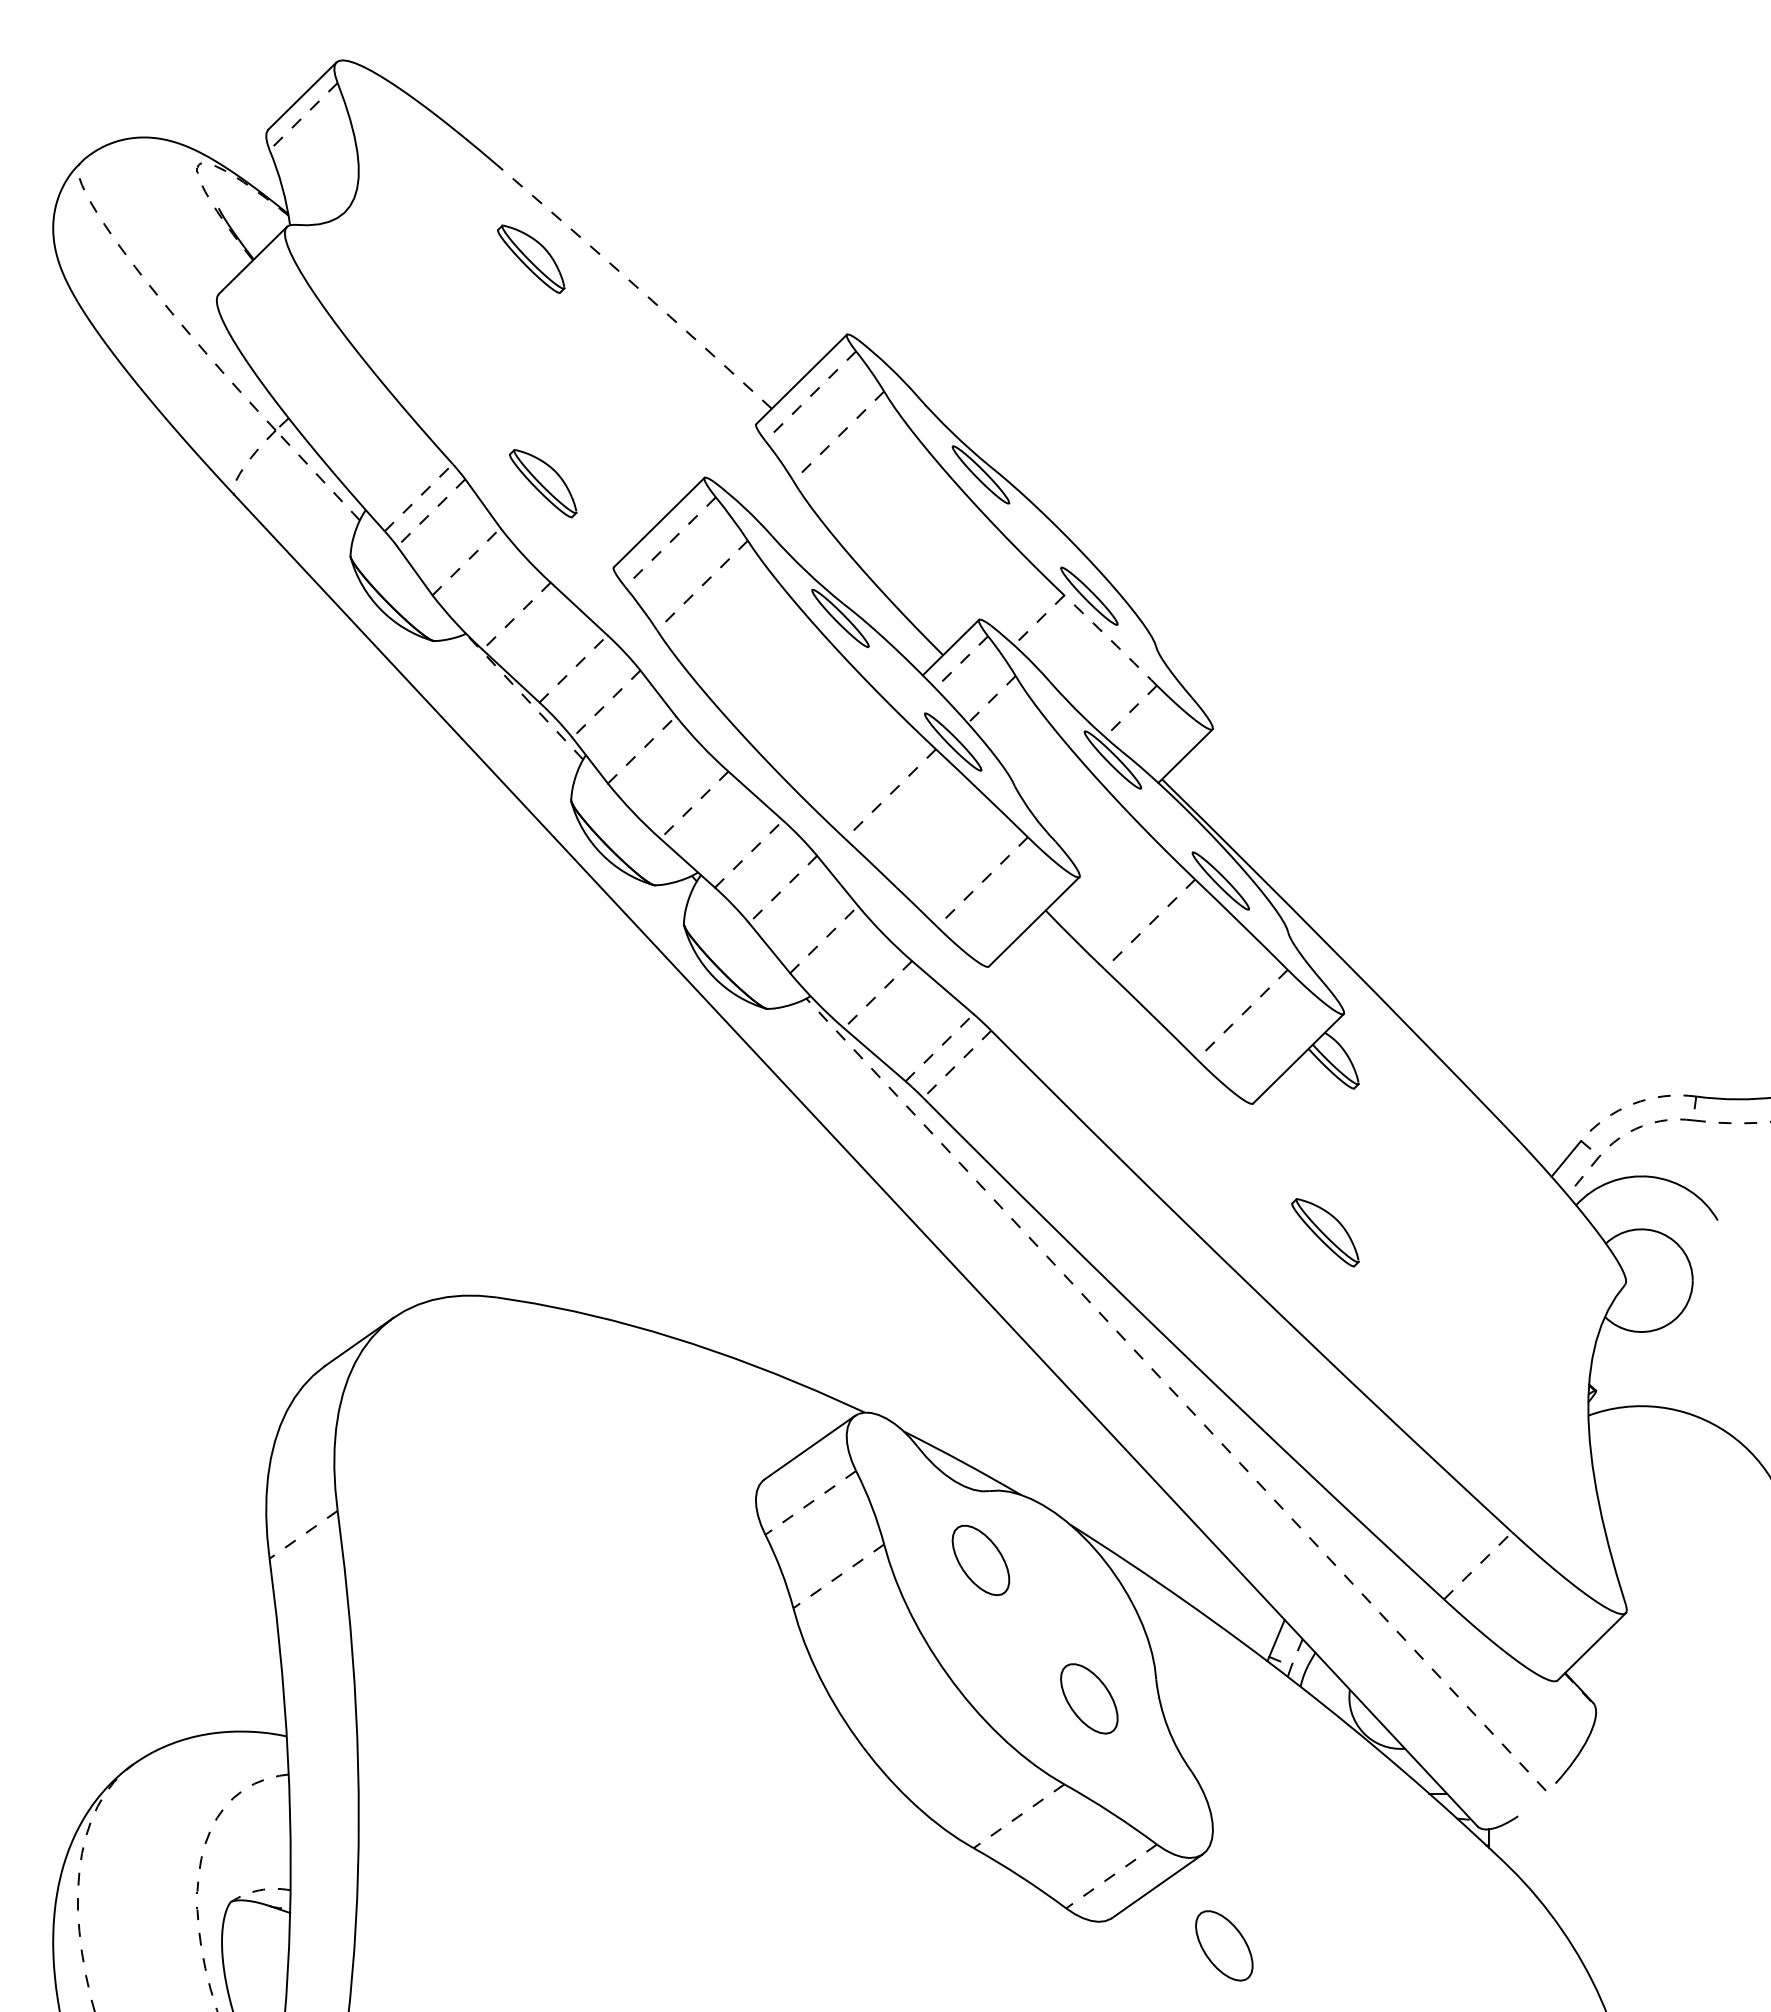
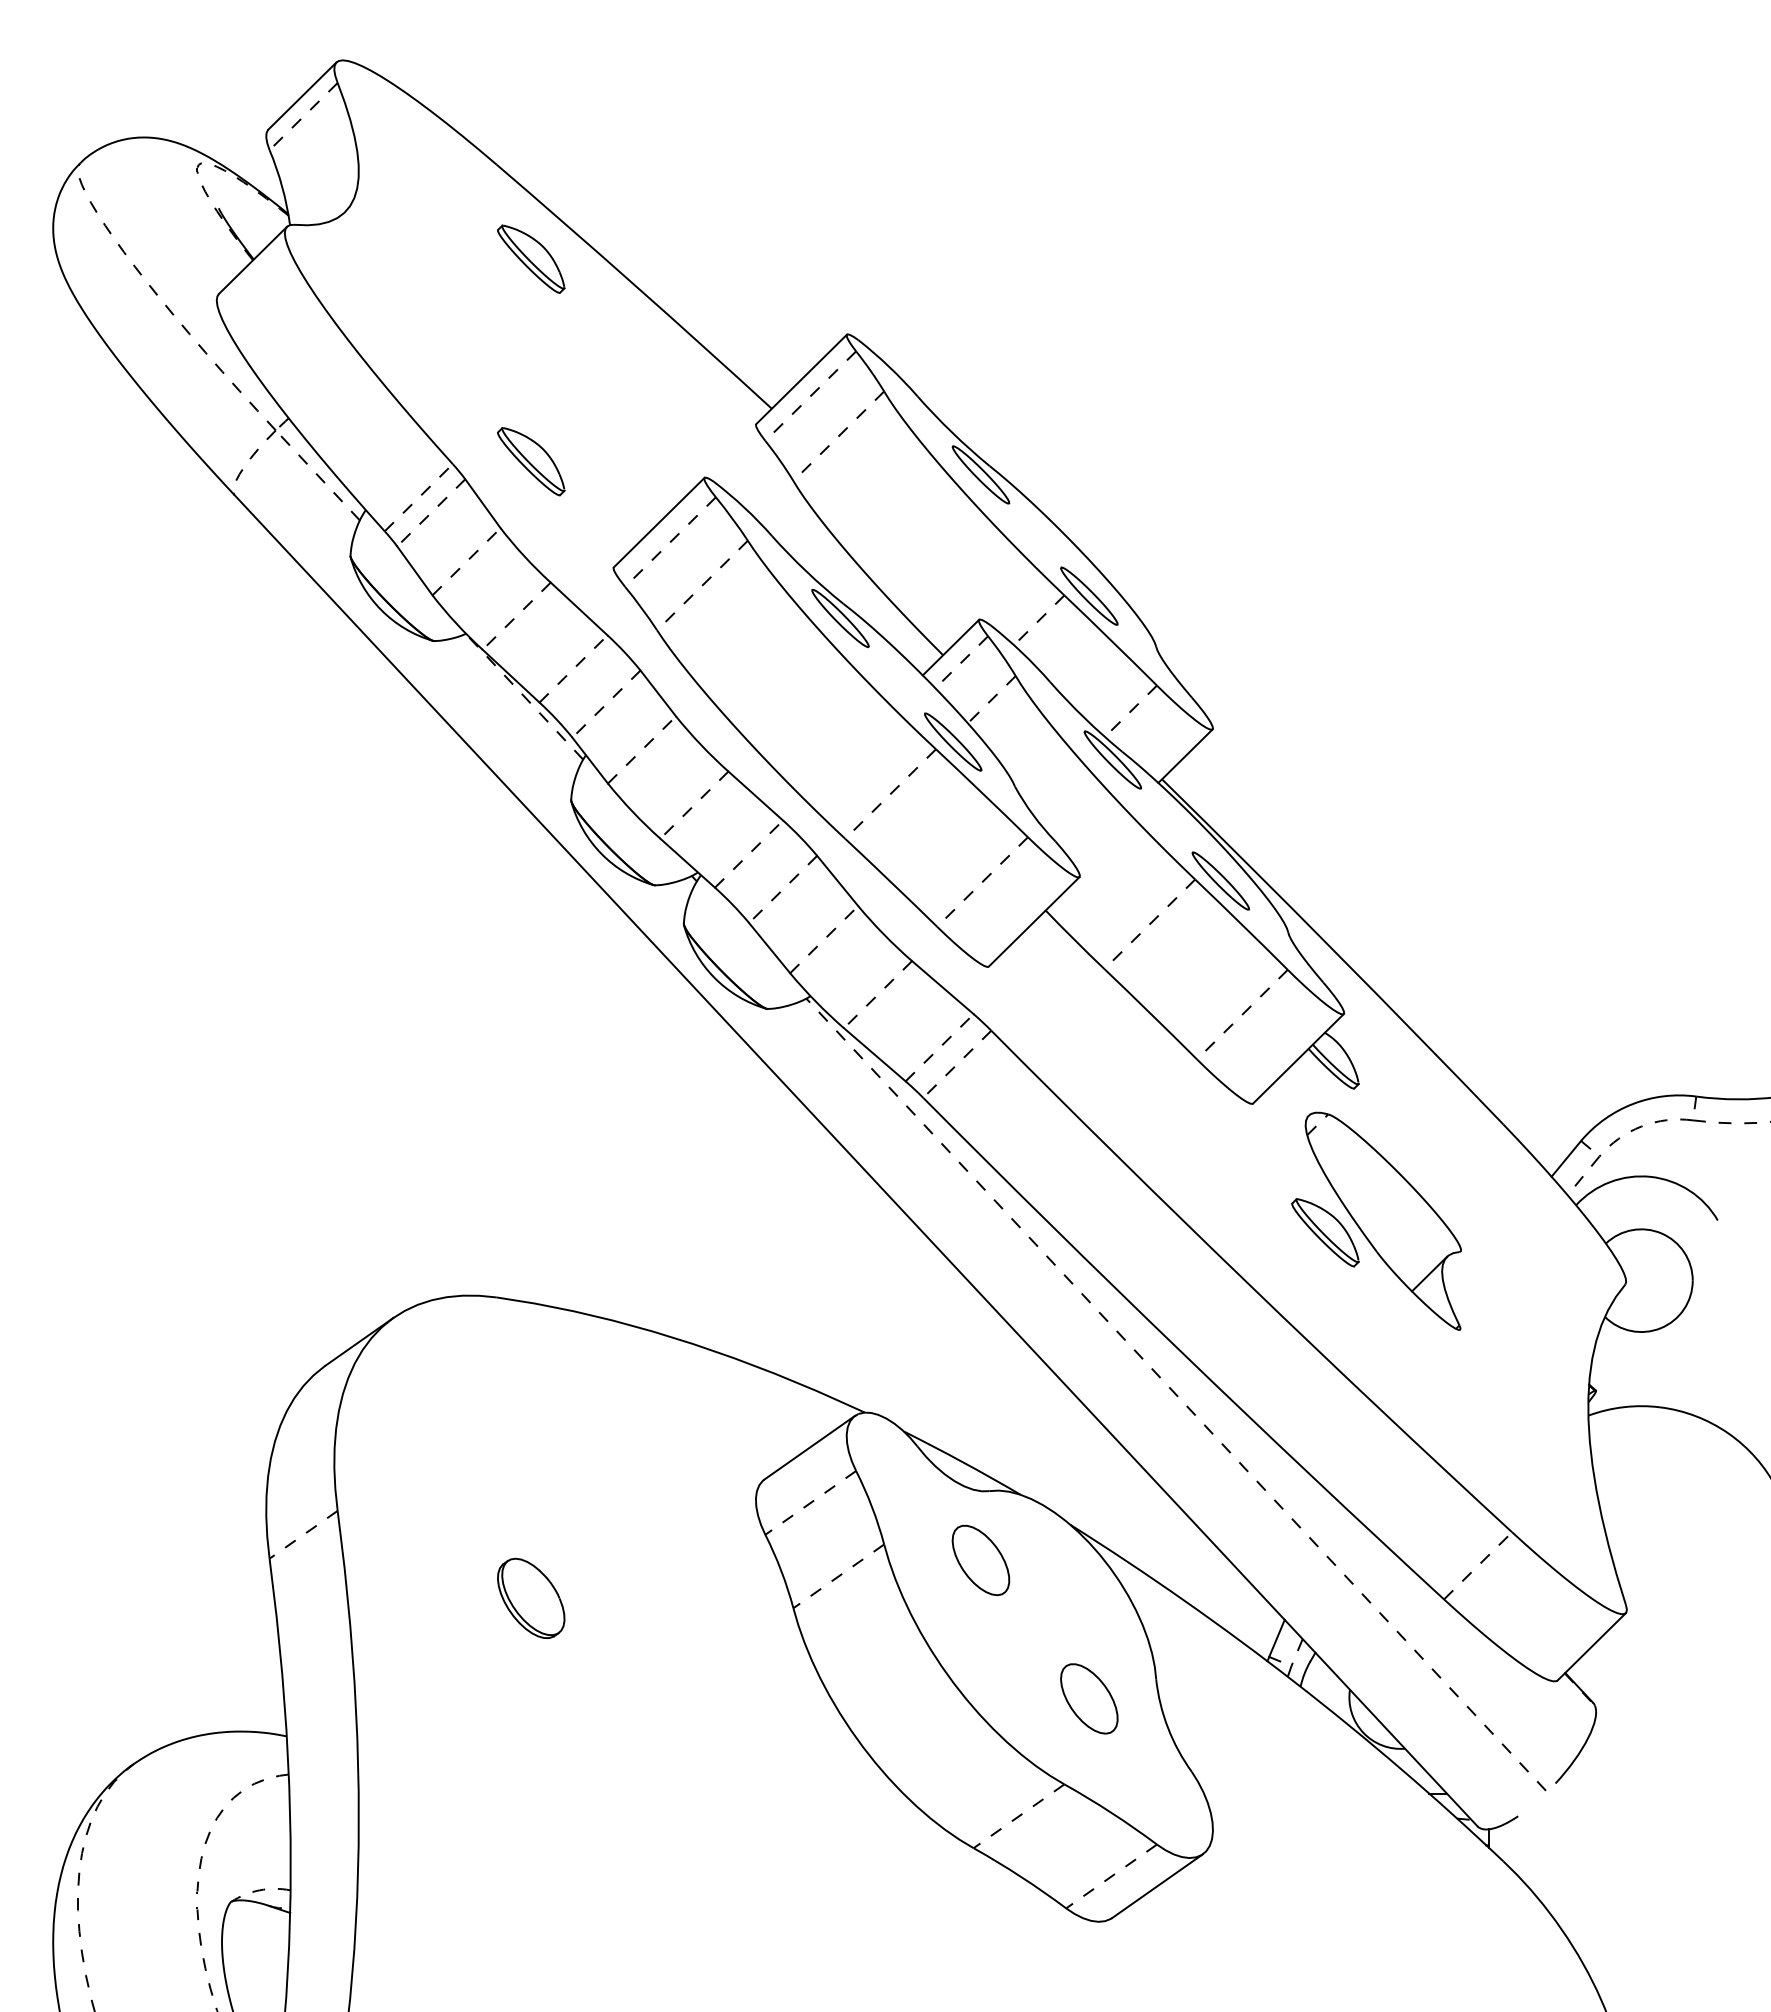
arc at (635, 285): dashed -> solid
part at (543, 483) position: (543, 483) -> (531, 461)
arc at (1110, 640): dashed -> solid
arc at (1632, 1104): dashed -> solid
part at (1382, 1220): none -> present
part at (531, 1597): none -> present
part at (1224, 1945): present -> none
